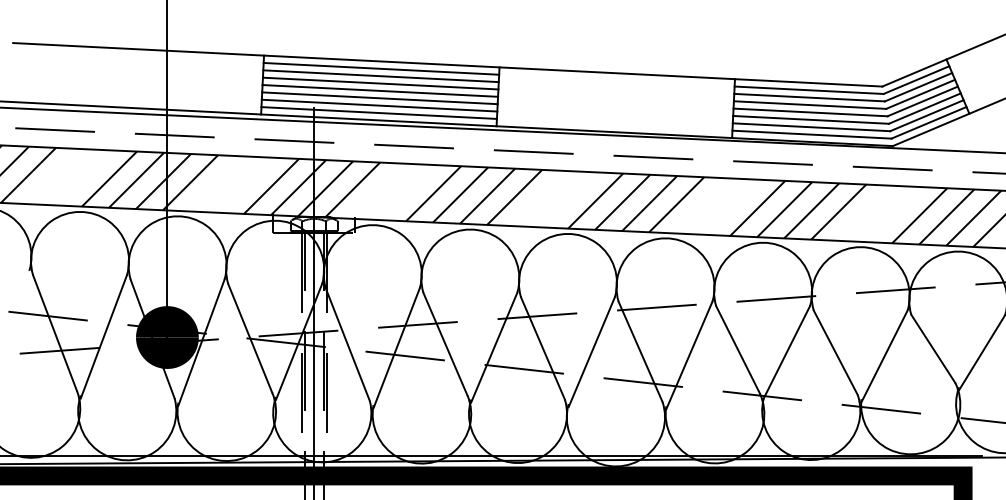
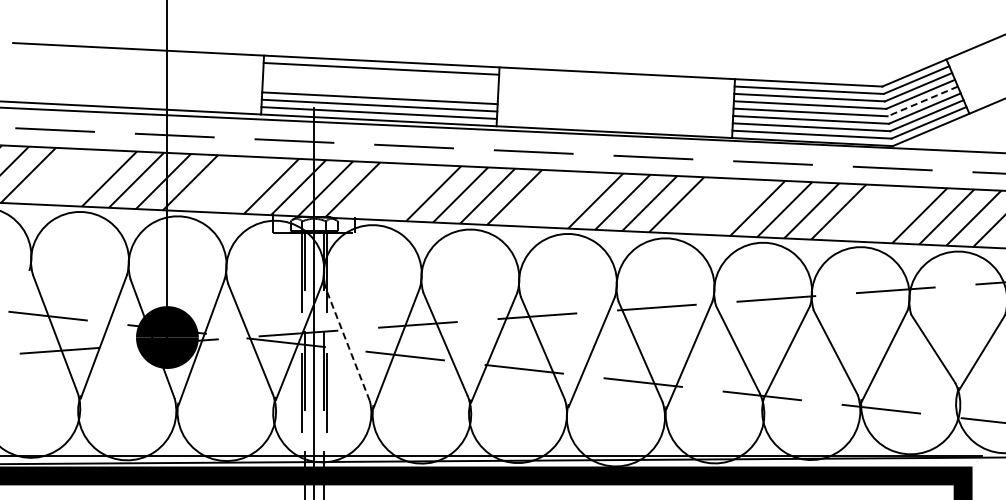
line at (380, 76): present -> none
line at (380, 83): present -> none
line at (380, 90): present -> none
line at (922, 101): solid -> dashed
line at (347, 344): solid -> dashed
